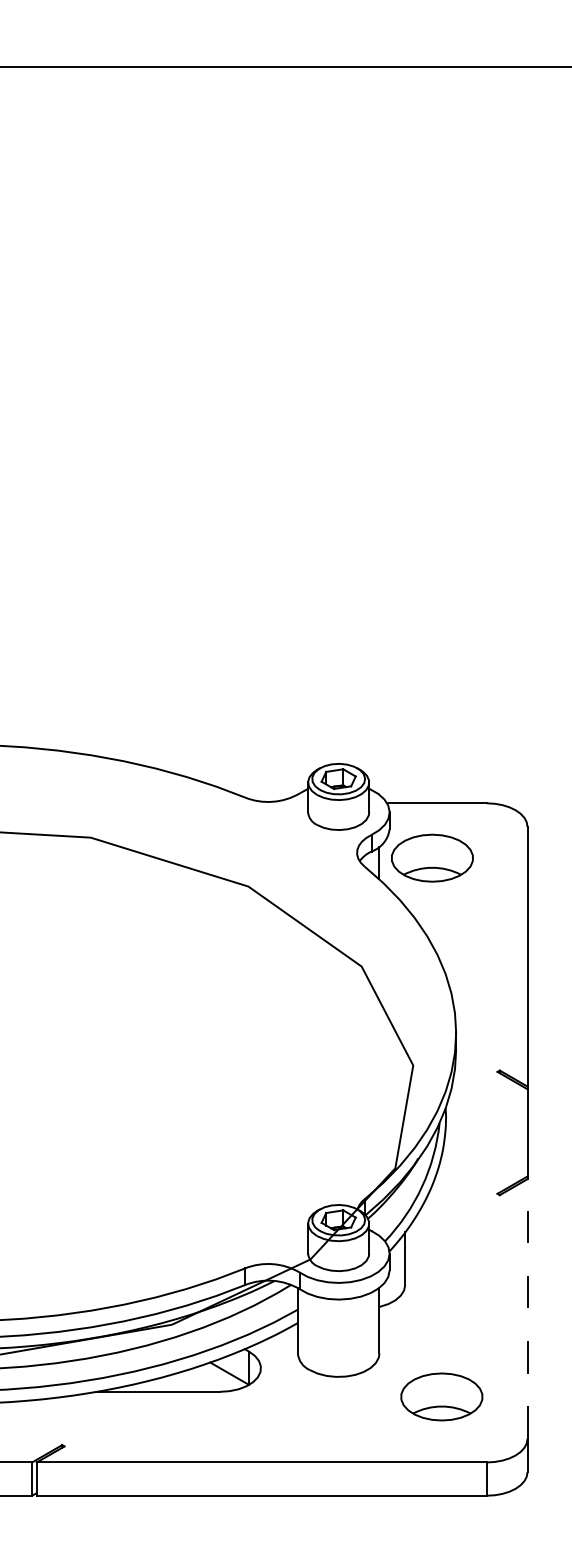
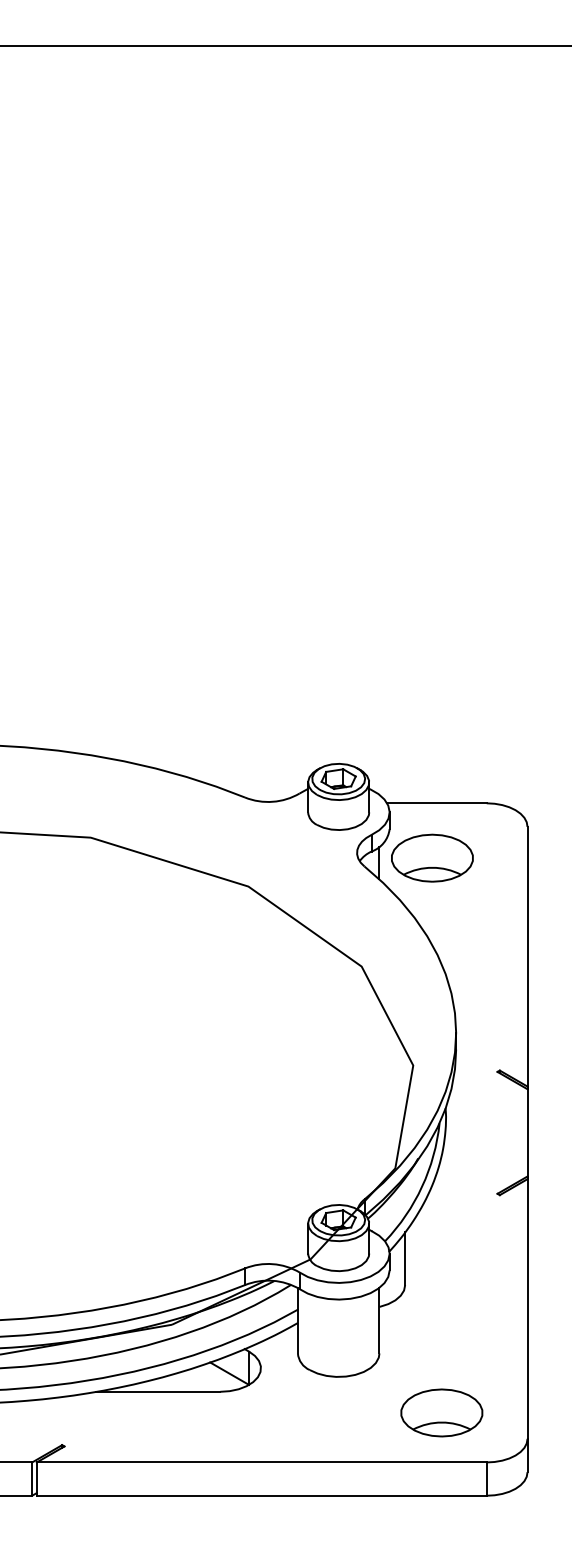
line at (285, 67) position: (285, 67) -> (285, 46)
line at (527, 1309): dashed -> solid
part at (441, 1396) position: (441, 1396) -> (441, 1412)
